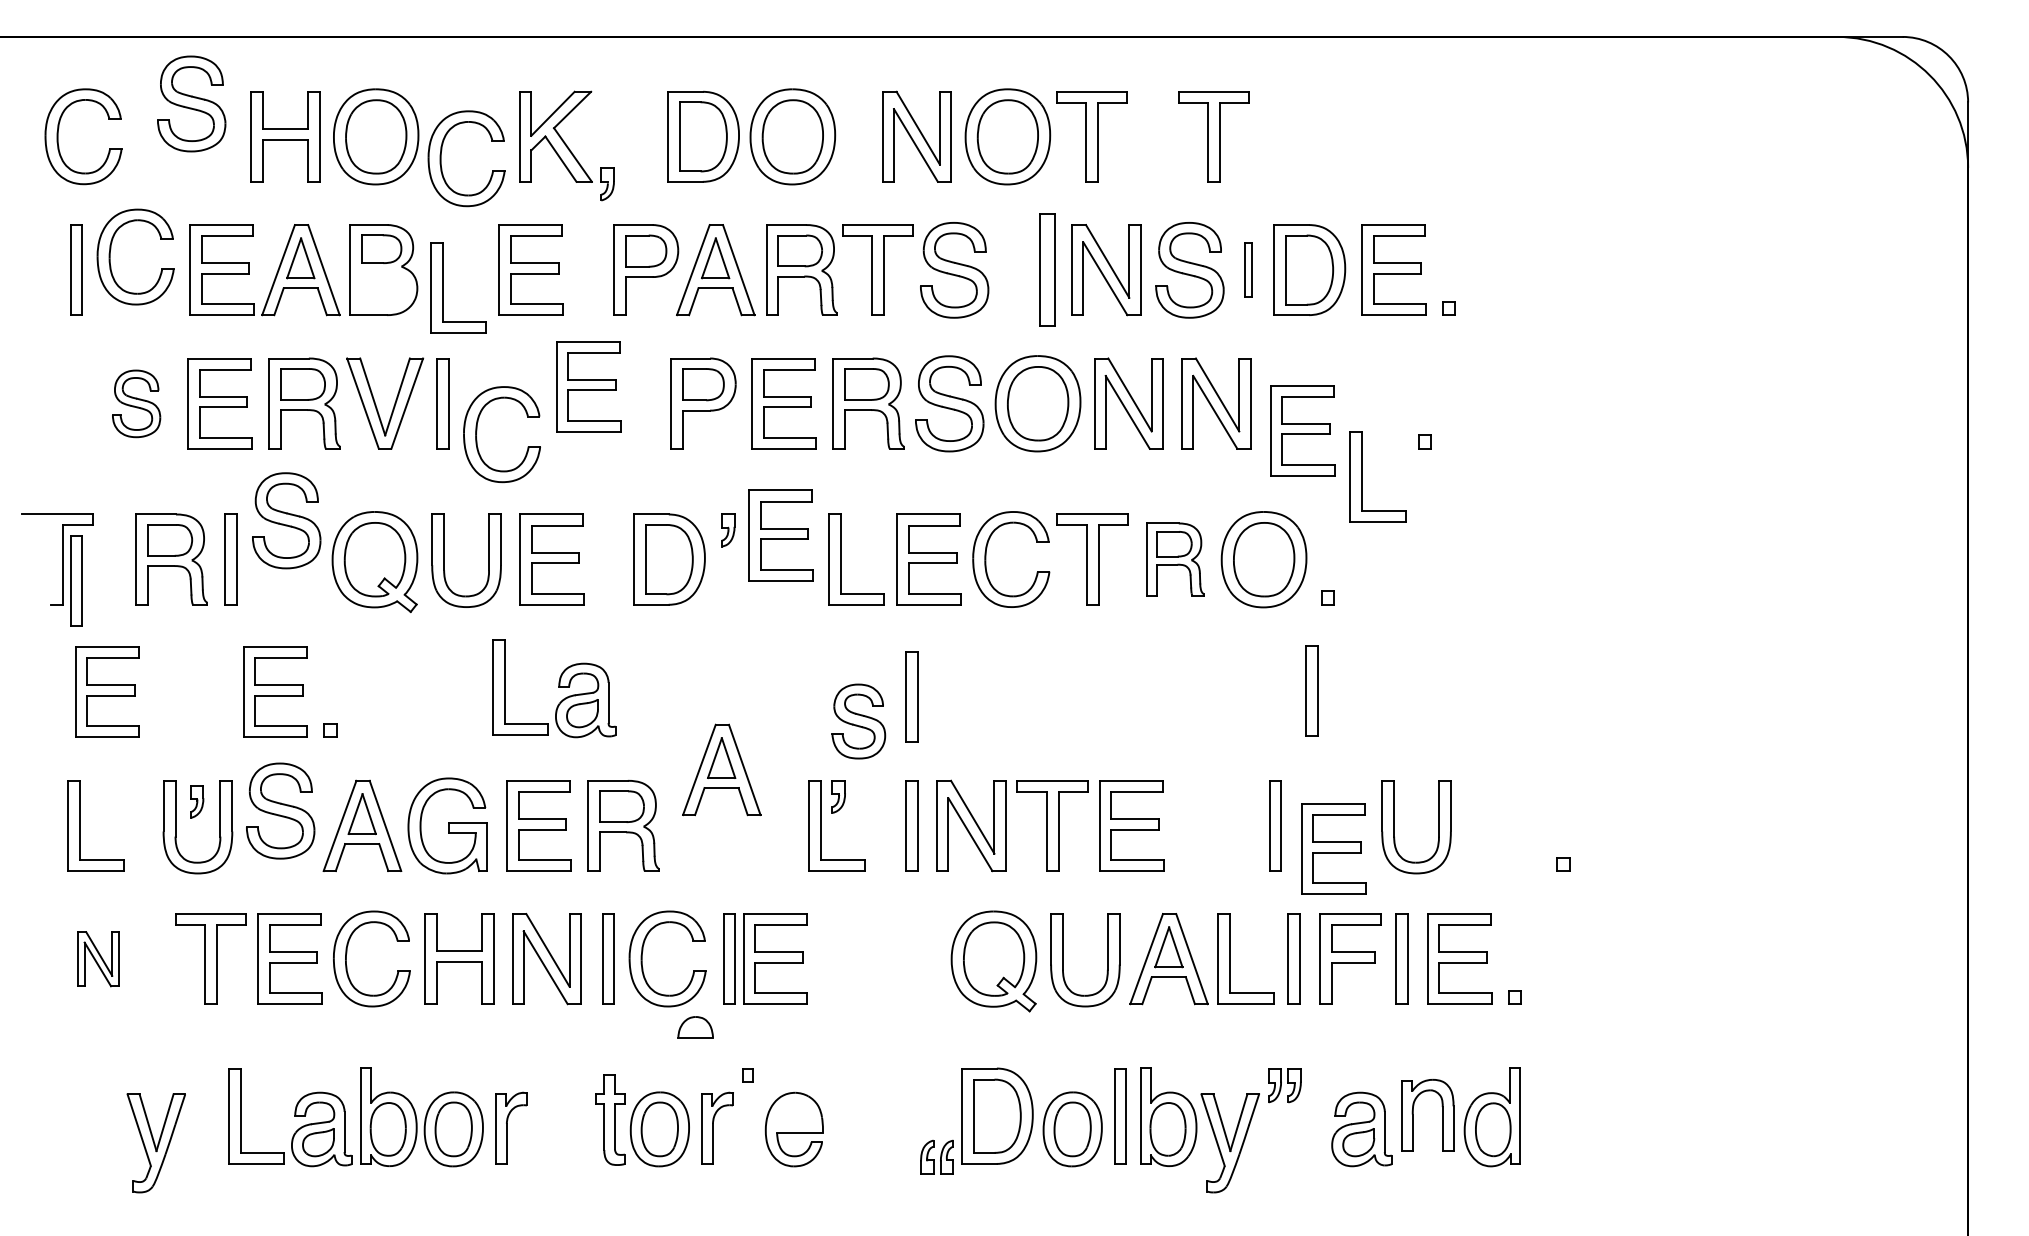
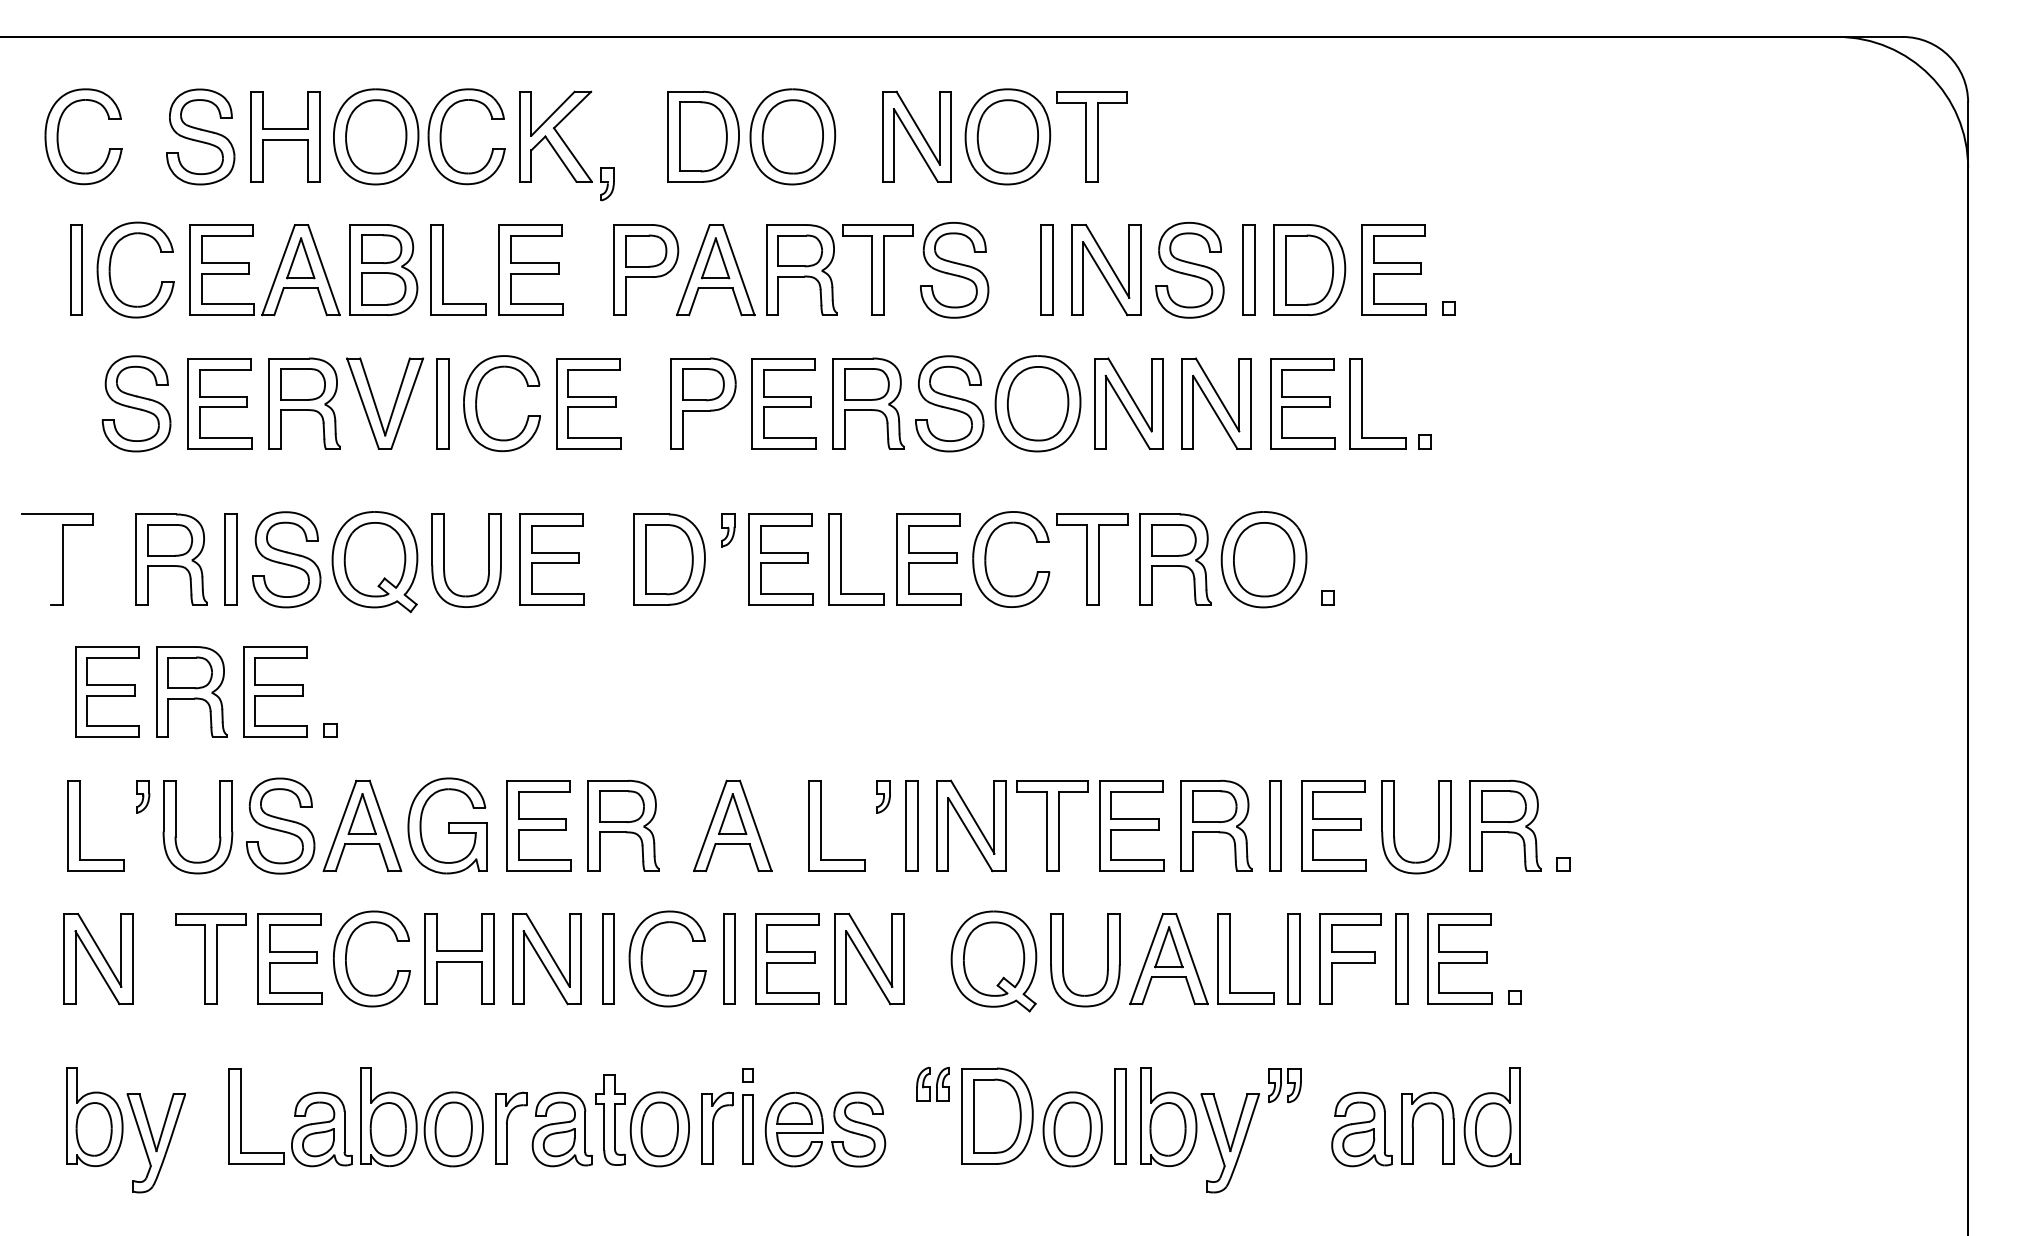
part at (191, 103) position: (191, 103) -> (200, 136)
part at (1213, 136): present -> none
part at (441, 158) position: (441, 158) -> (441, 136)
part at (111, 249) position: (111, 249) -> (111, 262)
part at (1047, 269) size: 17x114 px -> 14x92 px
part at (1248, 269) size: 9x56 px -> 14x92 px
part at (443, 287) position: (443, 287) -> (443, 269)
part at (383, 288): none -> present
part at (588, 386) position: (588, 386) -> (588, 403)
part at (136, 403) size: 50x70 px -> 71x98 px
part at (1302, 430) position: (1302, 430) -> (1302, 403)
part at (477, 431) position: (477, 431) -> (477, 400)
part at (1362, 476) position: (1362, 476) -> (1362, 403)
part at (286, 520) position: (286, 520) -> (286, 559)
part at (780, 535) position: (780, 535) -> (780, 559)
part at (1175, 559) size: 59x75 px -> 73x93 px
part at (76, 580): present -> none
part at (554, 688): present -> none
part at (1311, 690): present -> none
part at (191, 691): none -> present
part at (911, 696): present -> none
part at (858, 721) position: (858, 721) -> (858, 1129)
part at (721, 769) position: (721, 769) -> (732, 825)
part at (838, 796) position: (838, 796) -> (883, 796)
part at (197, 801) position: (197, 801) -> (143, 796)
part at (280, 810) position: (280, 810) -> (280, 825)
part at (1216, 825): none -> present
part at (1505, 825): none -> present
part at (1333, 848) position: (1333, 848) -> (1333, 825)
part at (775, 958) position: (775, 958) -> (787, 958)
part at (98, 959) size: 43x57 px -> 71x93 px
part at (869, 959): none -> present
part at (695, 1027) position: (695, 1027) -> (794, 1113)
part at (1413, 1115) position: (1413, 1115) -> (1413, 1128)
part at (94, 1116): none -> present
part at (561, 1129): none -> present
part at (747, 1129): none -> present
part at (936, 1156) position: (936, 1156) -> (932, 1083)
